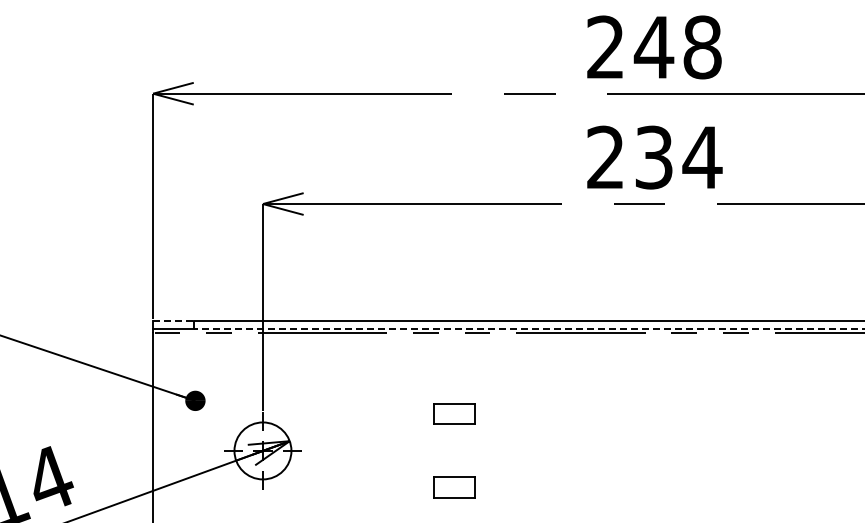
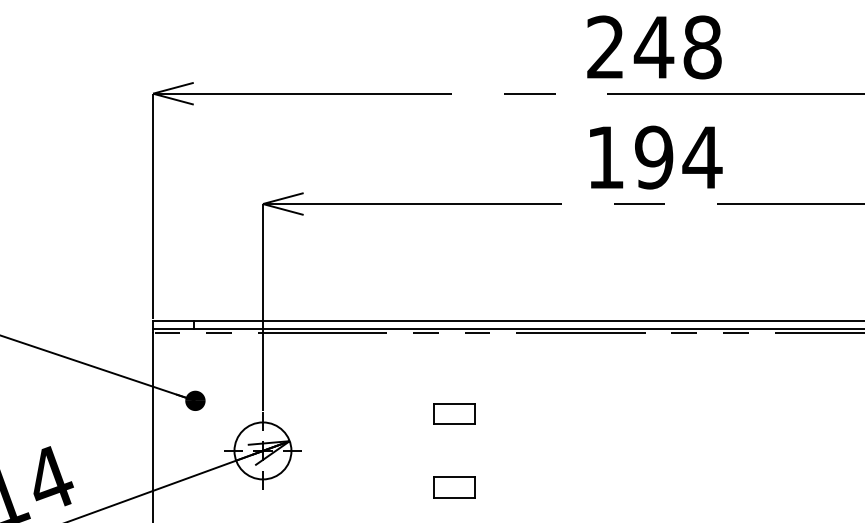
text at (630, 157): 234 -> 194
line at (173, 320): dashed -> solid
line at (528, 328): dashed -> solid
